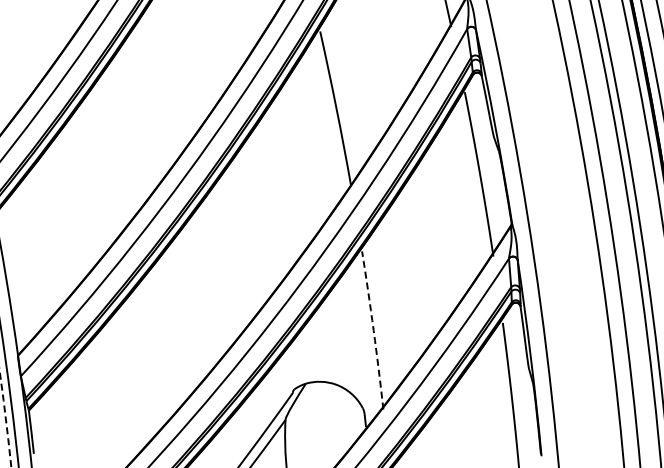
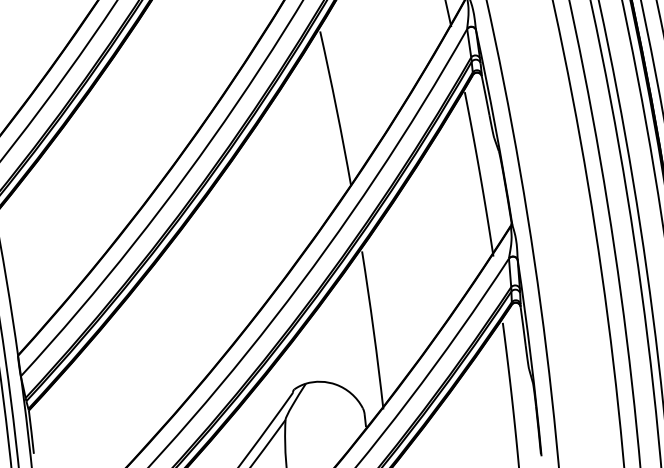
arc at (373, 330): dashed -> solid
circle at (5, 420): dashed -> solid
